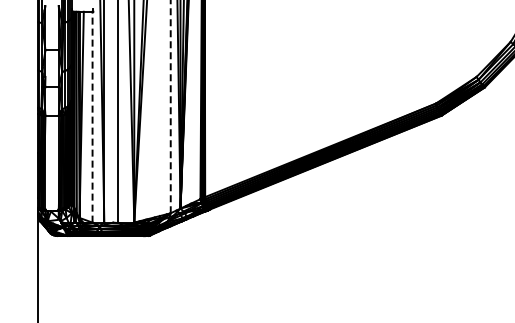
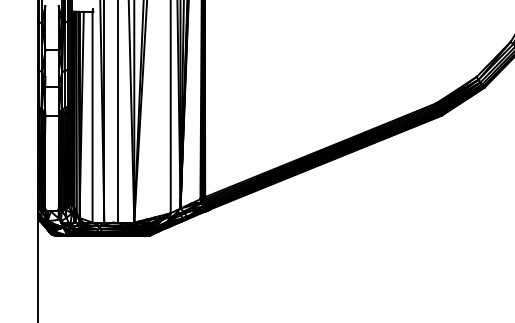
line at (170, 106): dashed -> solid
line at (92, 116): dashed -> solid
